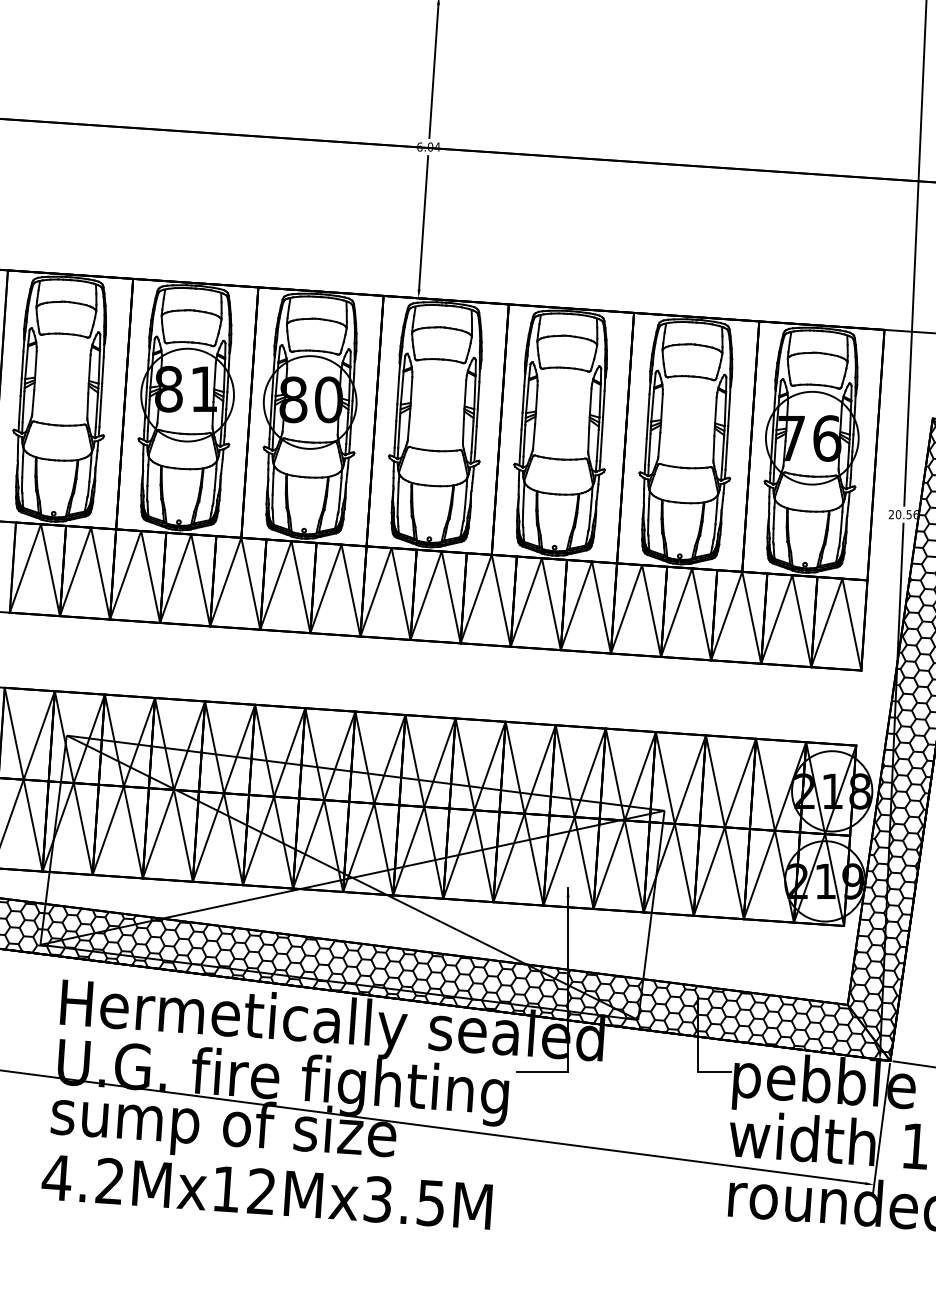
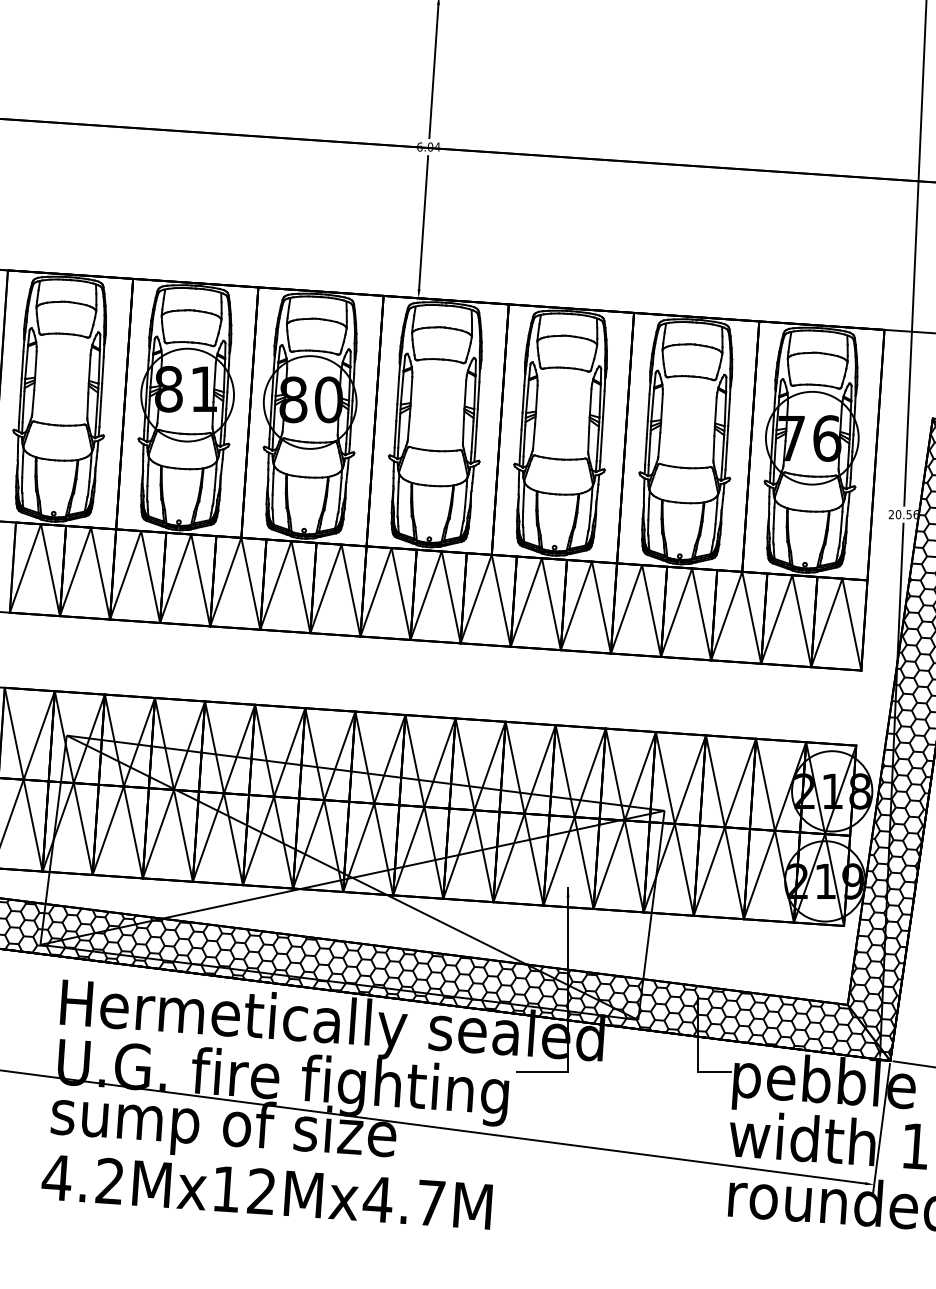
text at (403, 1201): 4.2Mx12Mx3.5M -> 4.2Mx12Mx4.7M
